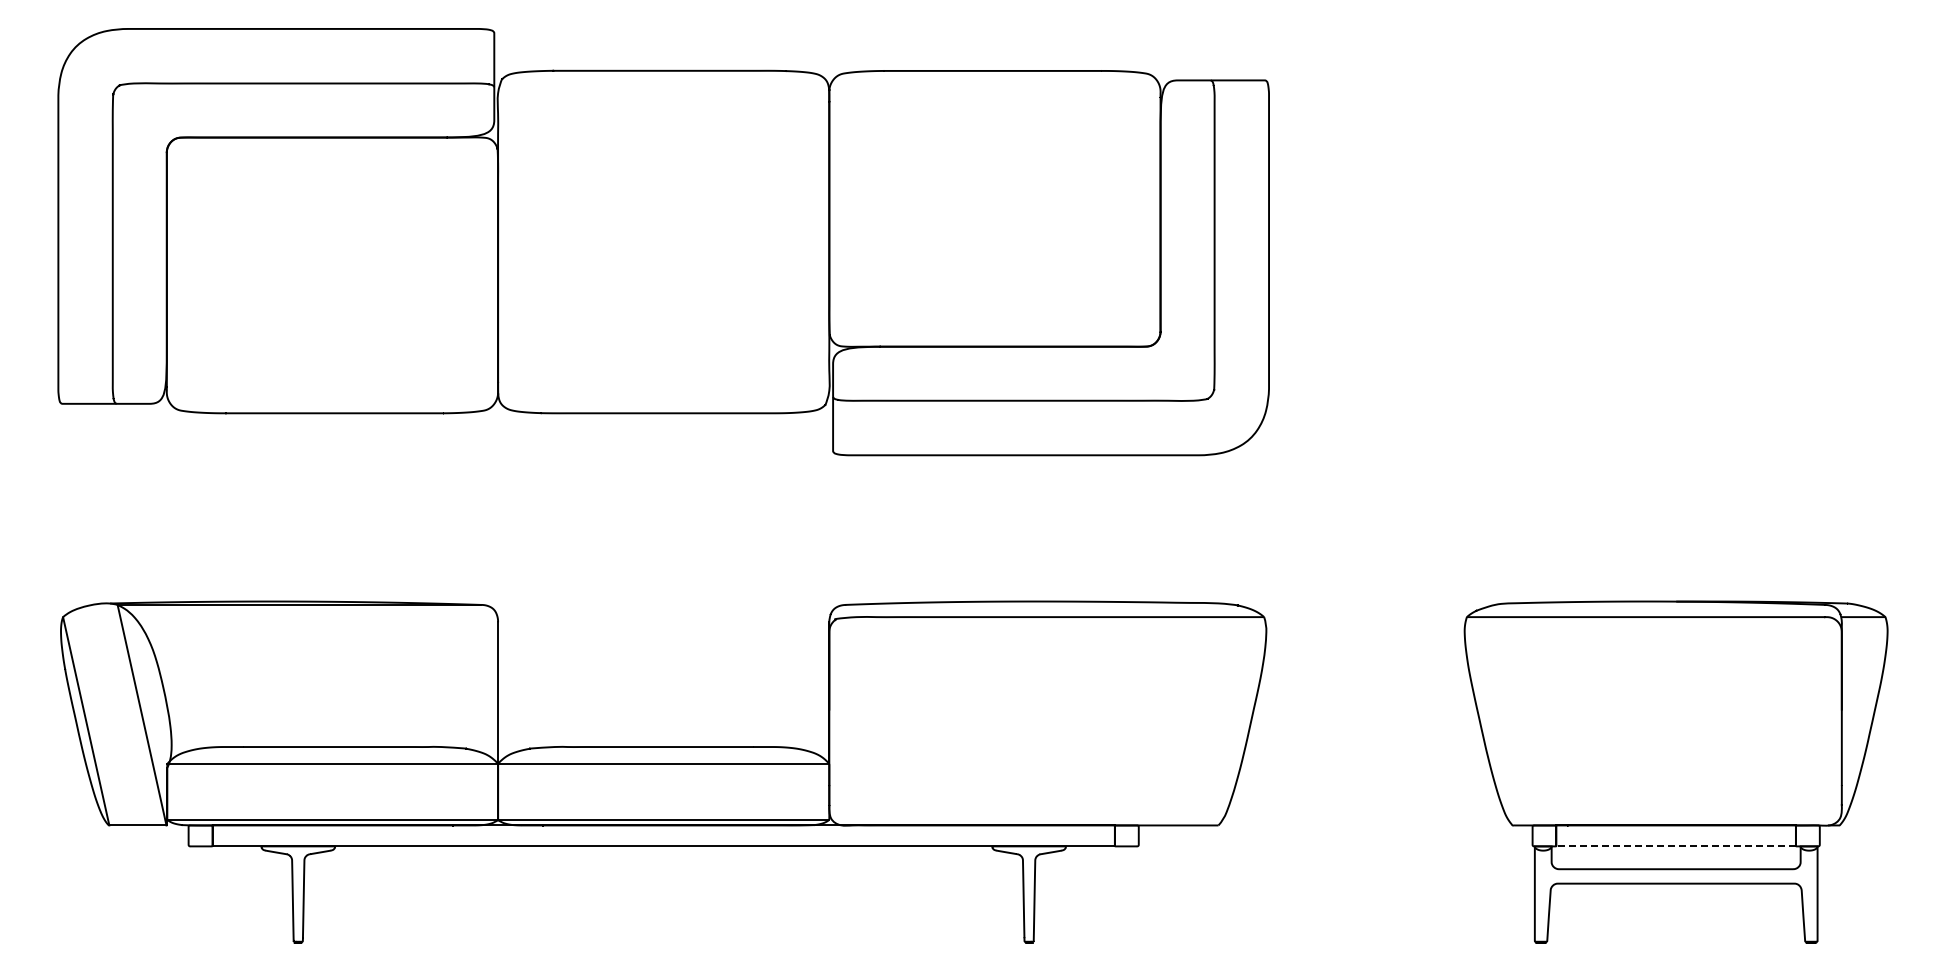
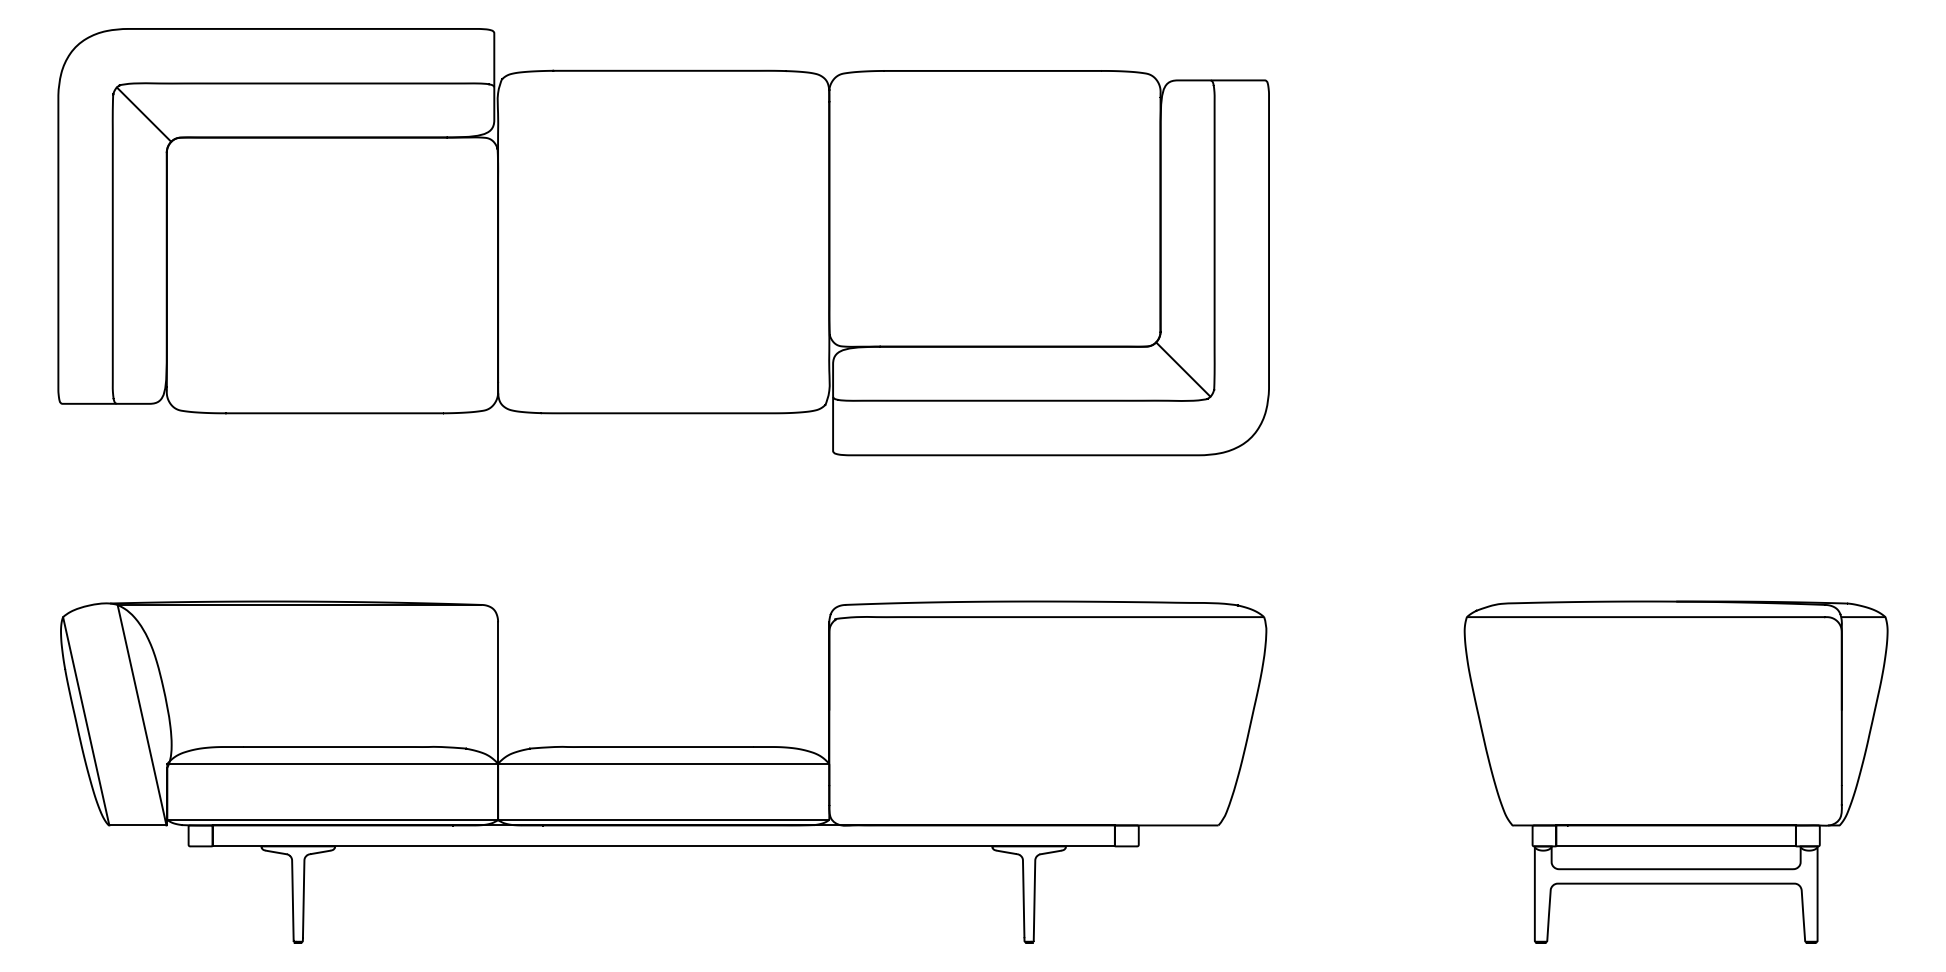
line at (143, 114): none -> present
line at (1183, 369): none -> present
line at (1676, 846): dashed -> solid
